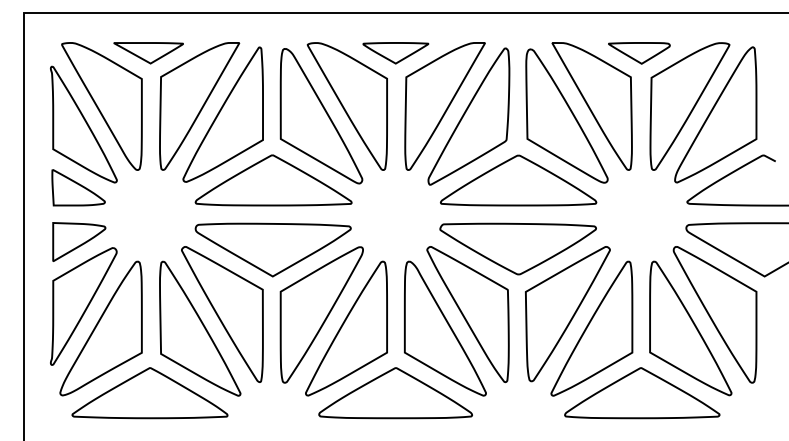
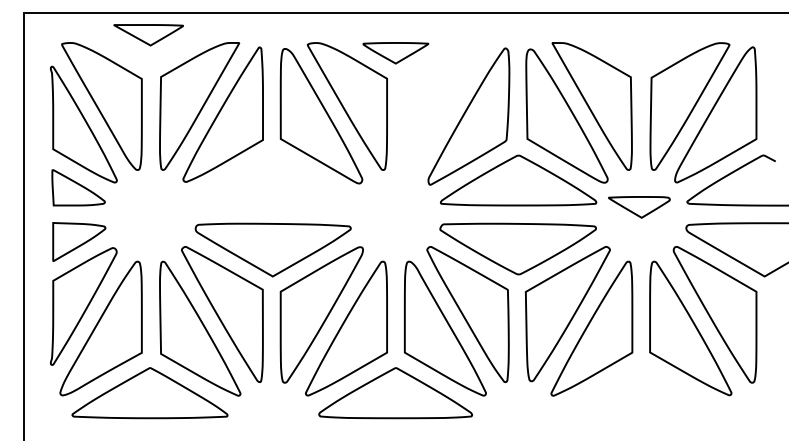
part at (148, 53) position: (148, 53) -> (148, 35)
part at (639, 53) position: (639, 53) -> (639, 207)
part at (444, 106): present -> none
part at (273, 180): present -> none
part at (642, 393): present -> none
